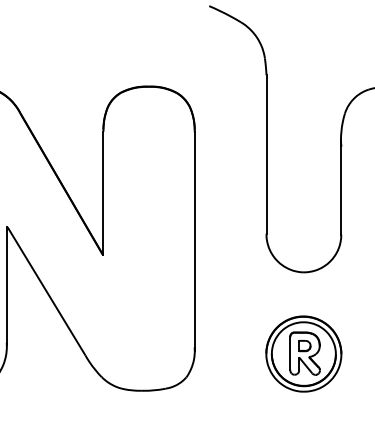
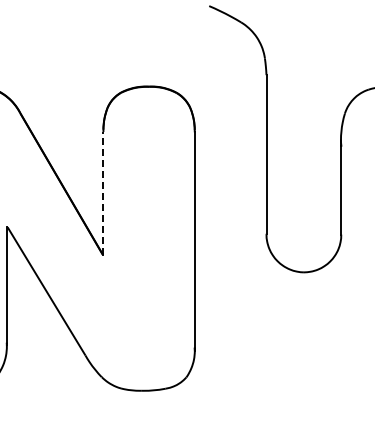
line at (103, 192): solid -> dashed
part at (303, 353): present -> none
